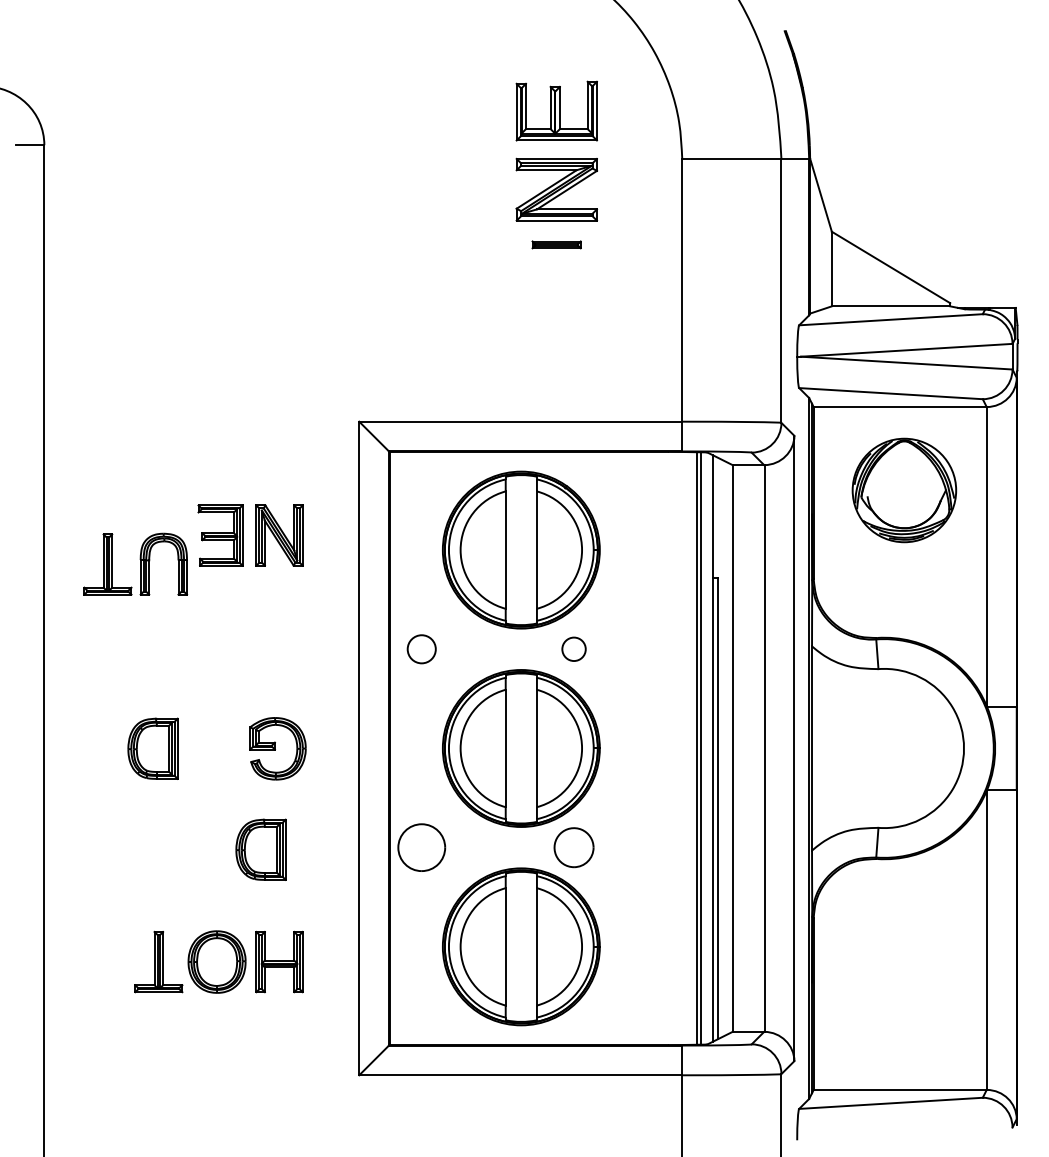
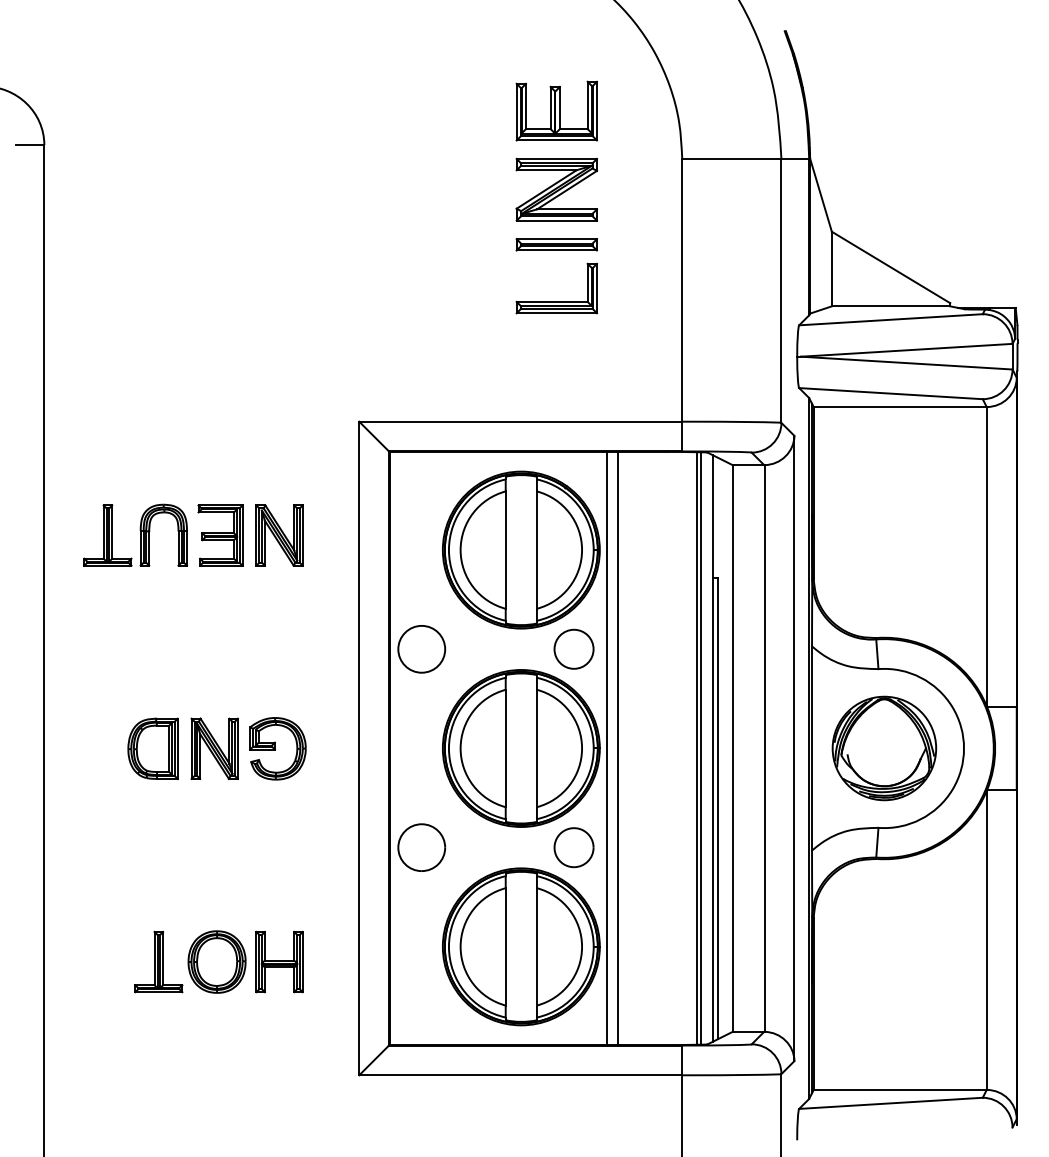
part at (556, 244) size: 51x10 px -> 83x14 px
part at (556, 301): none -> present
part at (904, 490) position: (904, 490) -> (884, 748)
part at (135, 563) position: (135, 563) -> (135, 534)
circle at (421, 649) diameter: 28 px -> 47 px
circle at (573, 649) diameter: 23 px -> 39 px
part at (214, 748): none -> present
line at (606, 748): none -> present
line at (617, 748): none -> present
part at (260, 849): present -> none
